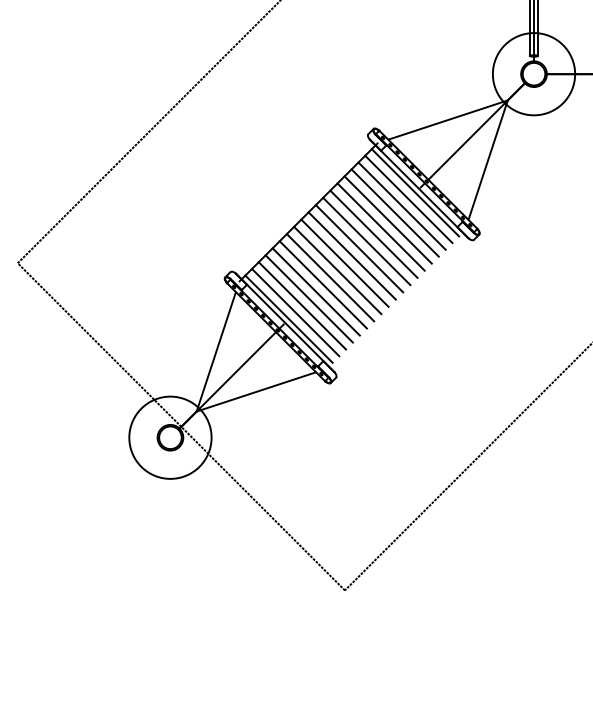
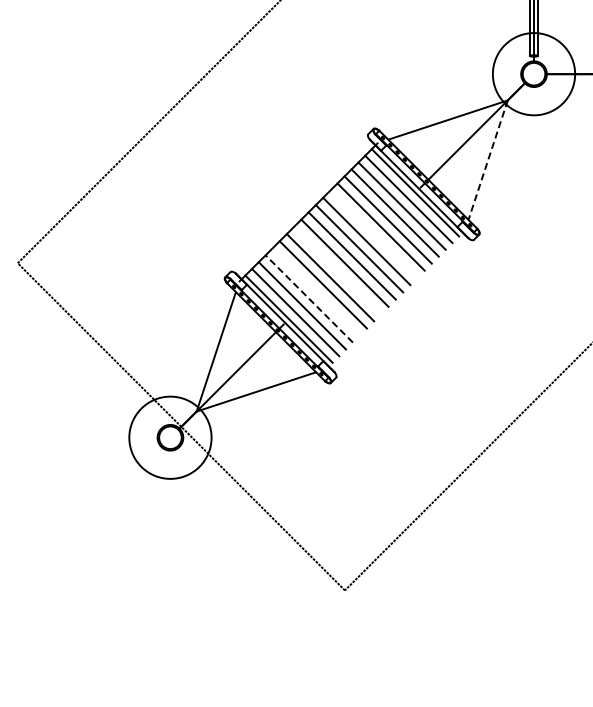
line at (488, 159): solid -> dashed
line at (373, 233): present -> none
line at (337, 270): present -> none
line at (315, 291): present -> none
line at (309, 298): solid -> dashed
